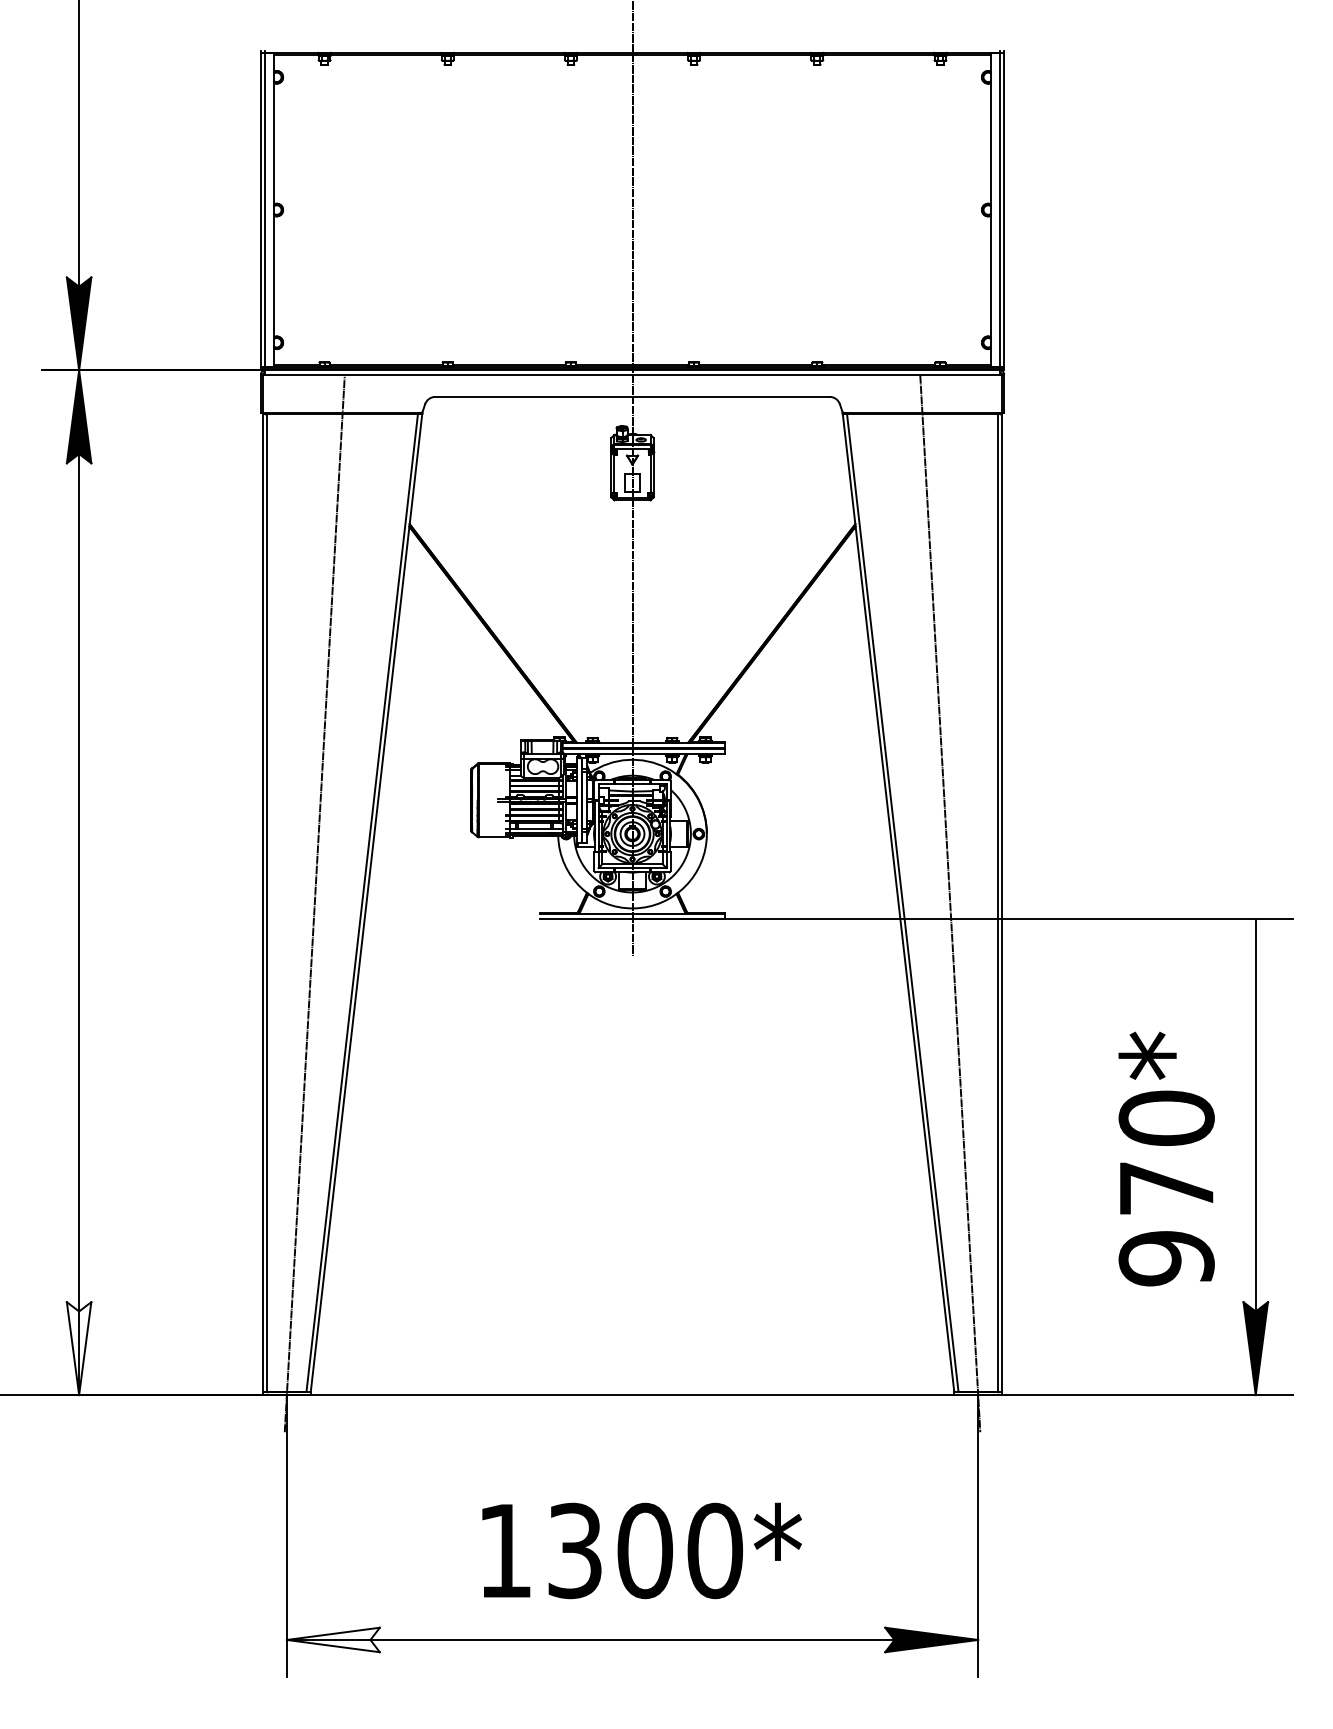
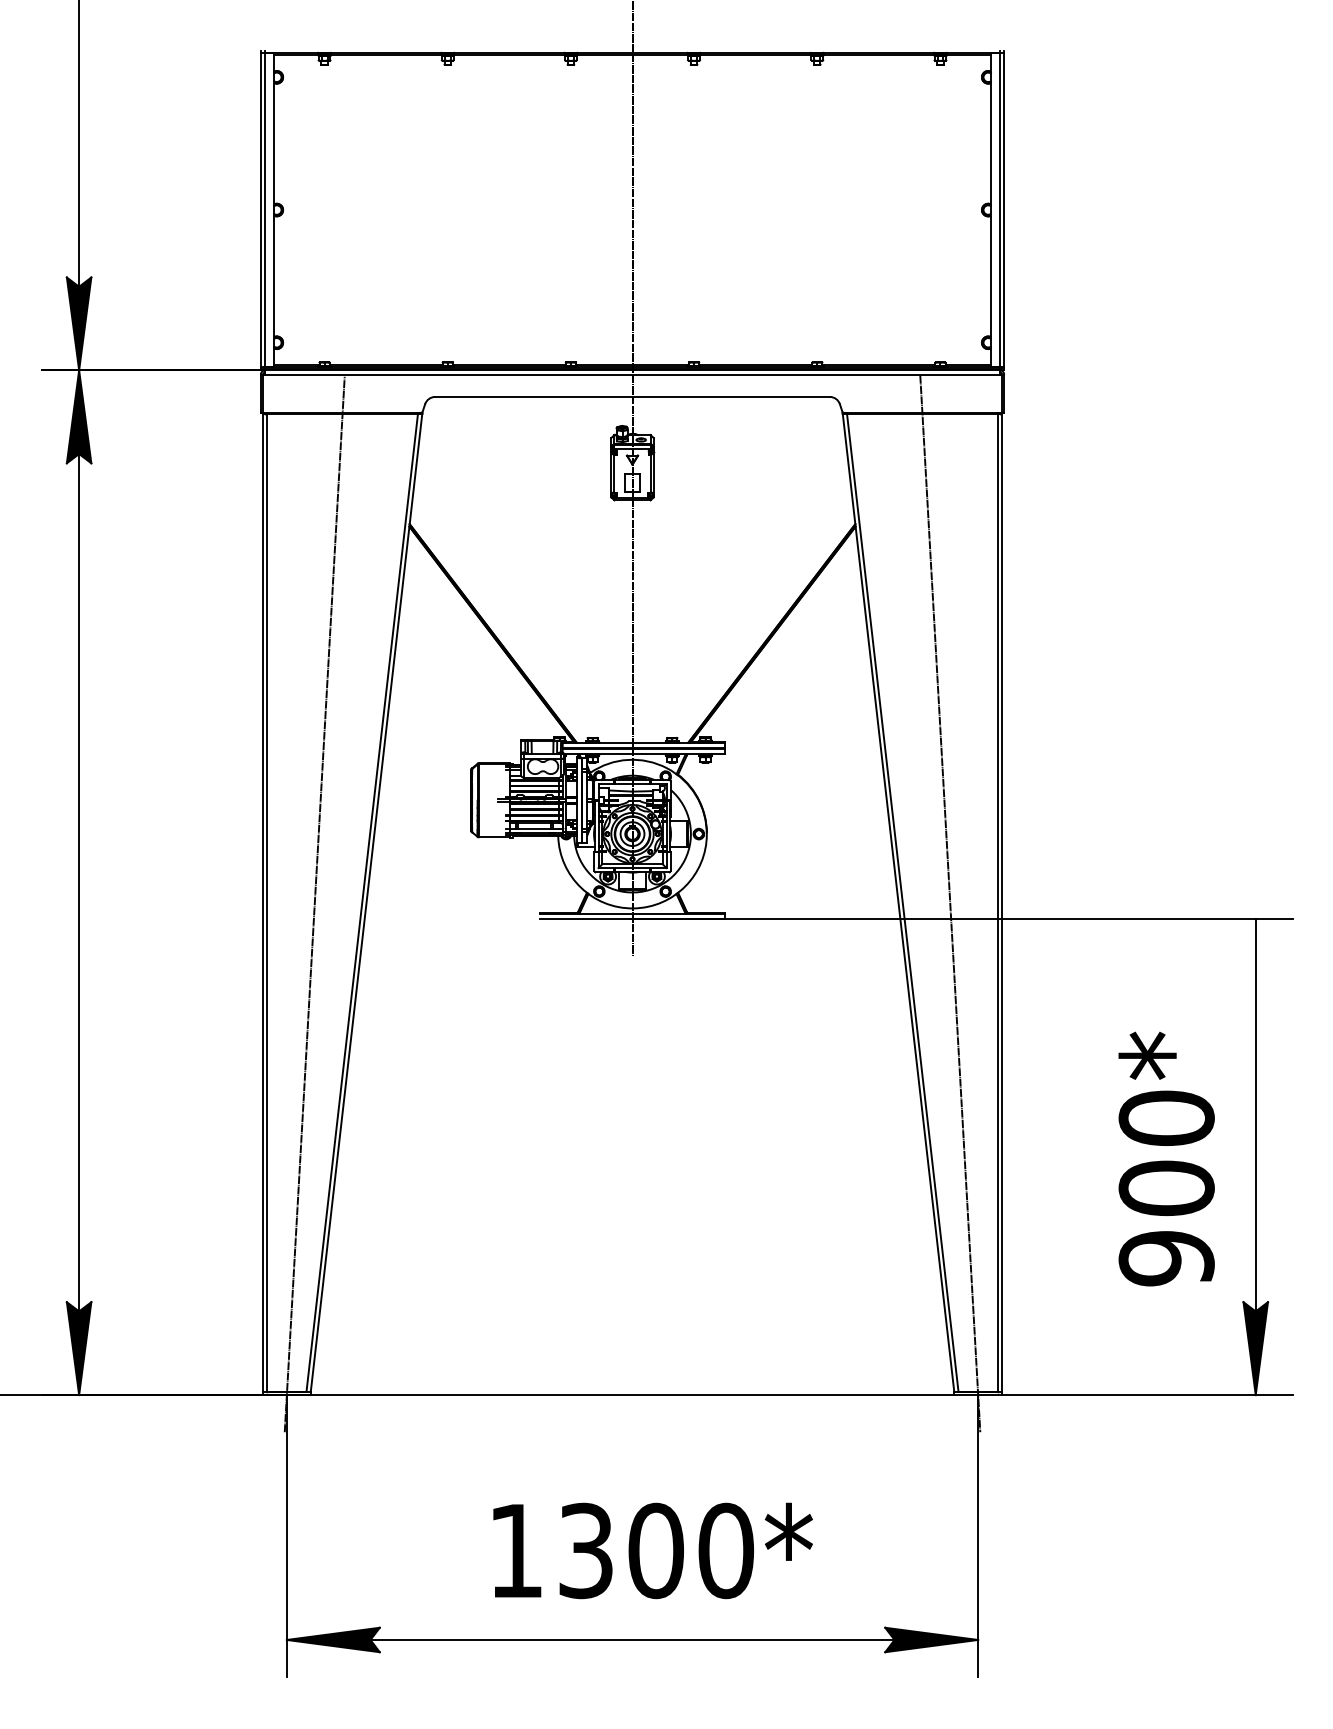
text at (1166, 1188): 970* -> 900*
fill at (78, 1348): none -> present
text at (641, 1550) position: (641, 1550) -> (652, 1550)
fill at (332, 1639): none -> present
